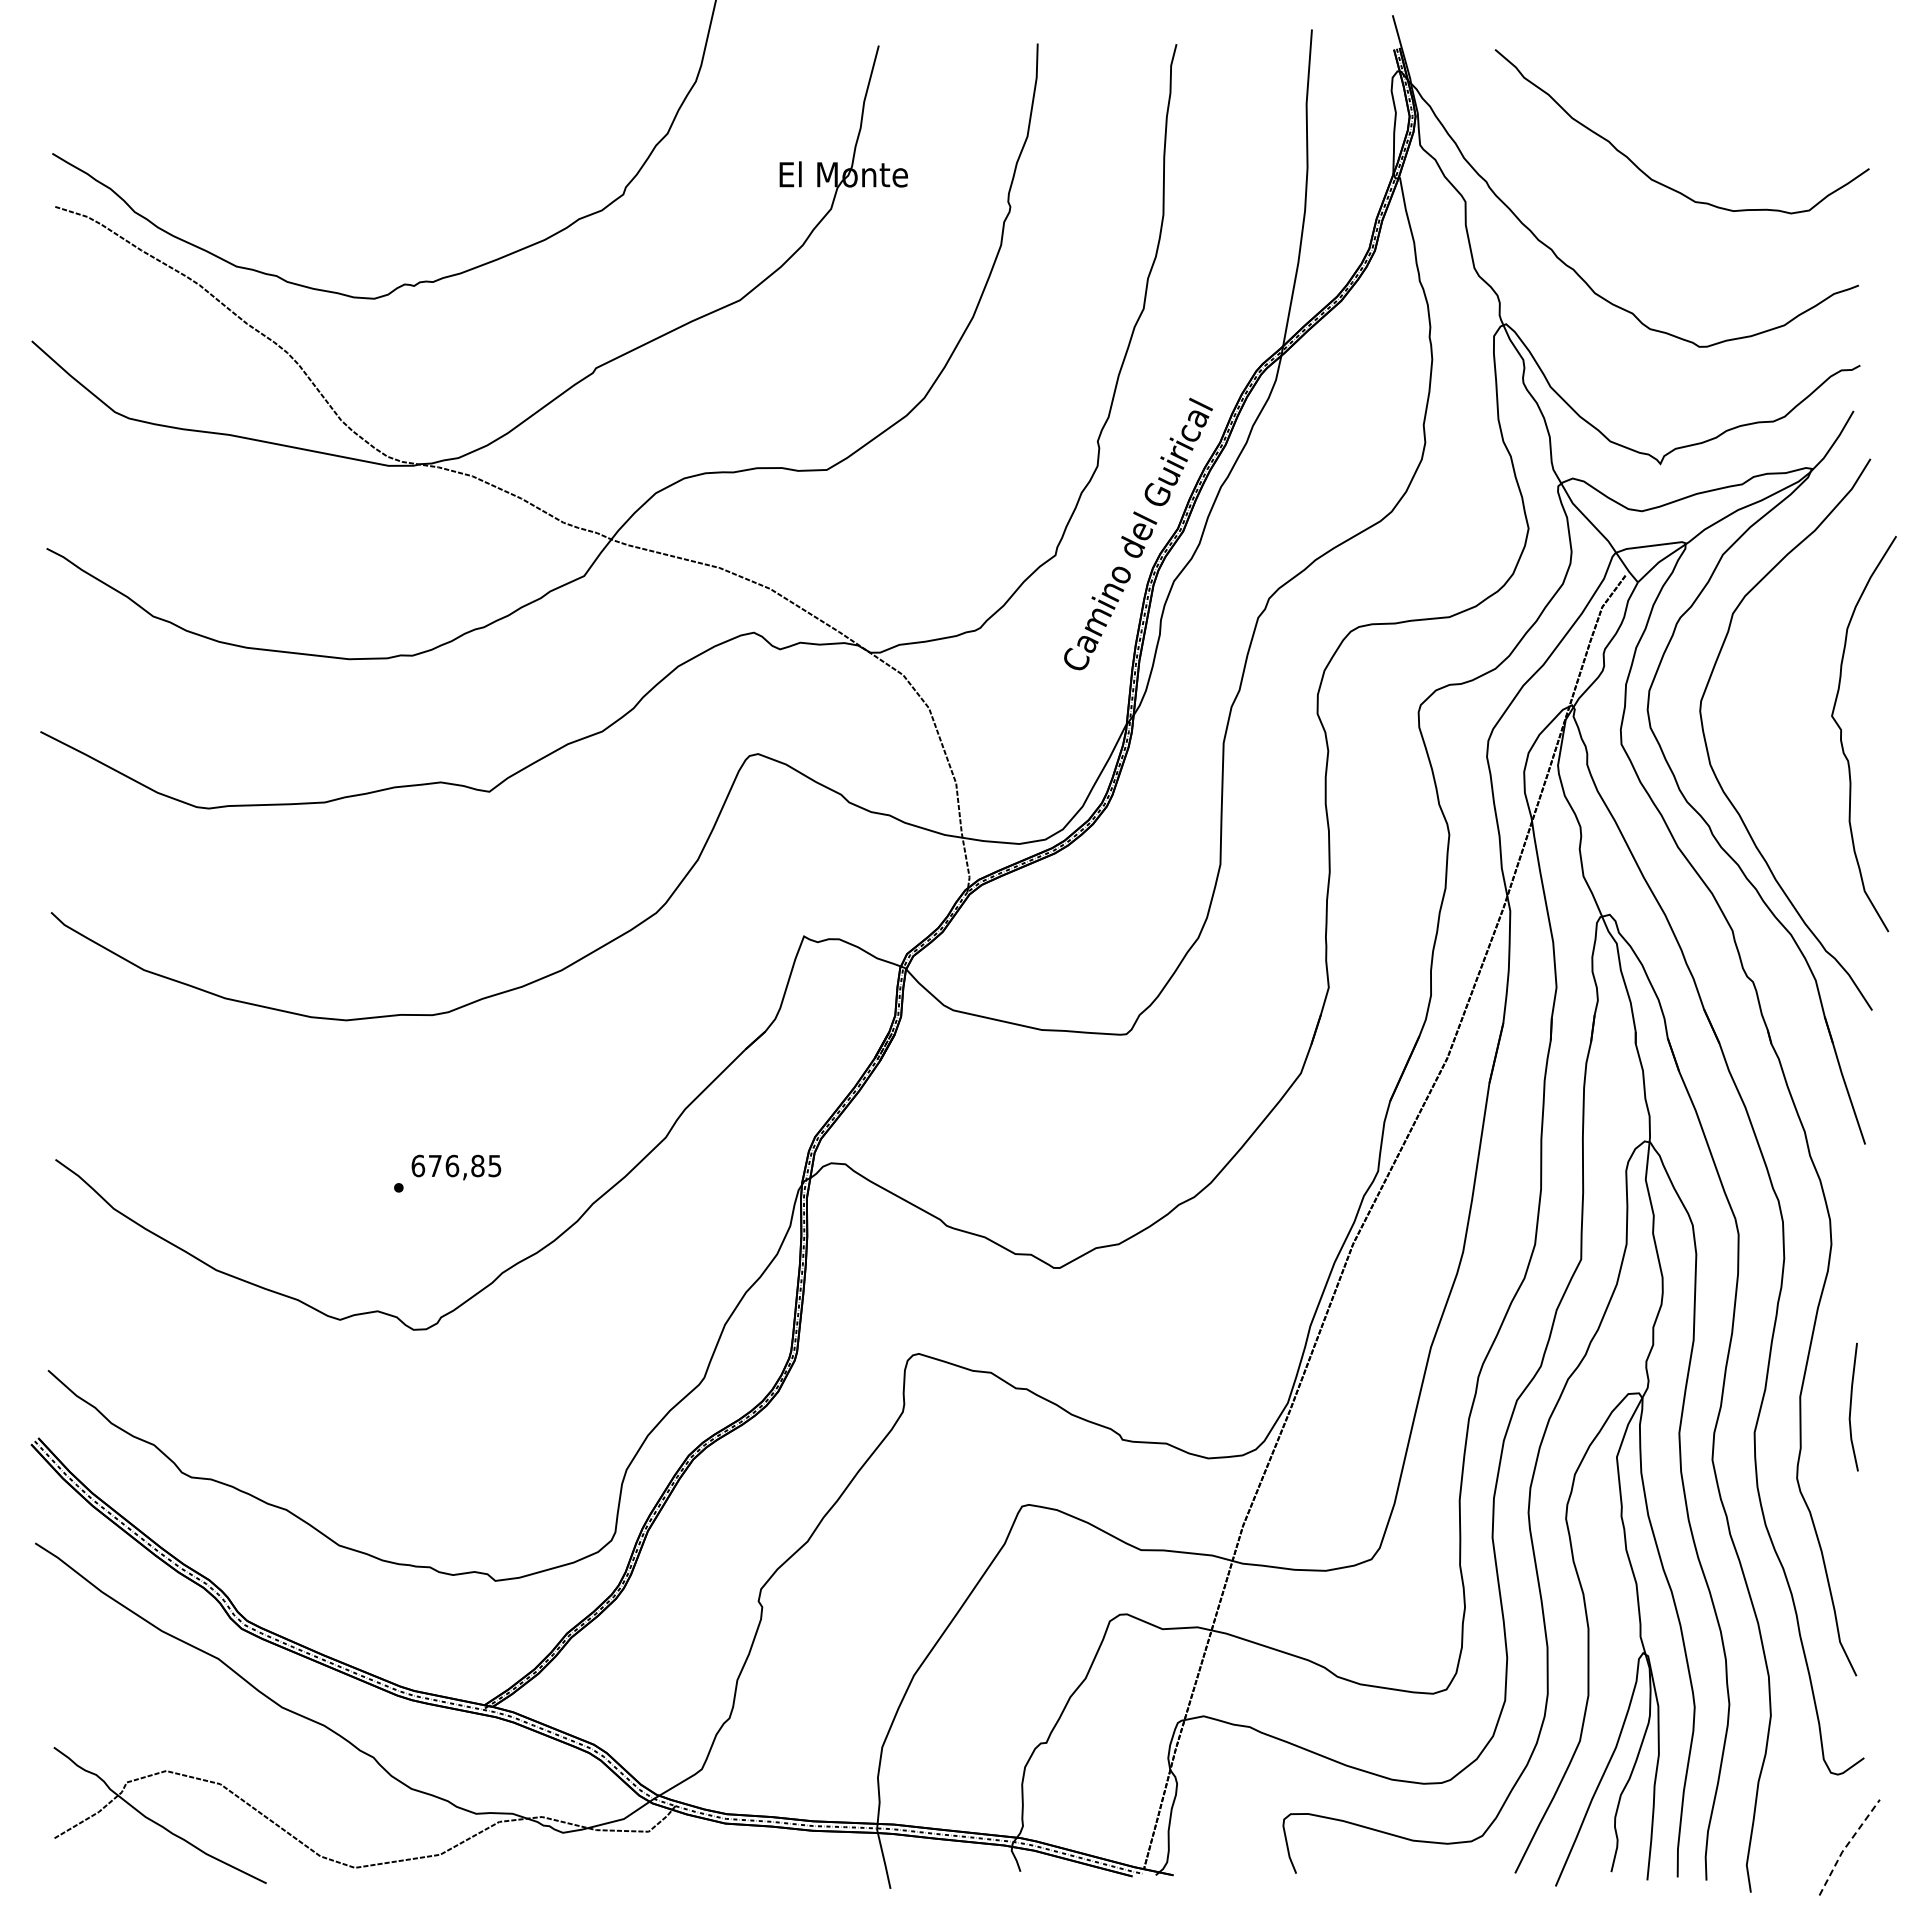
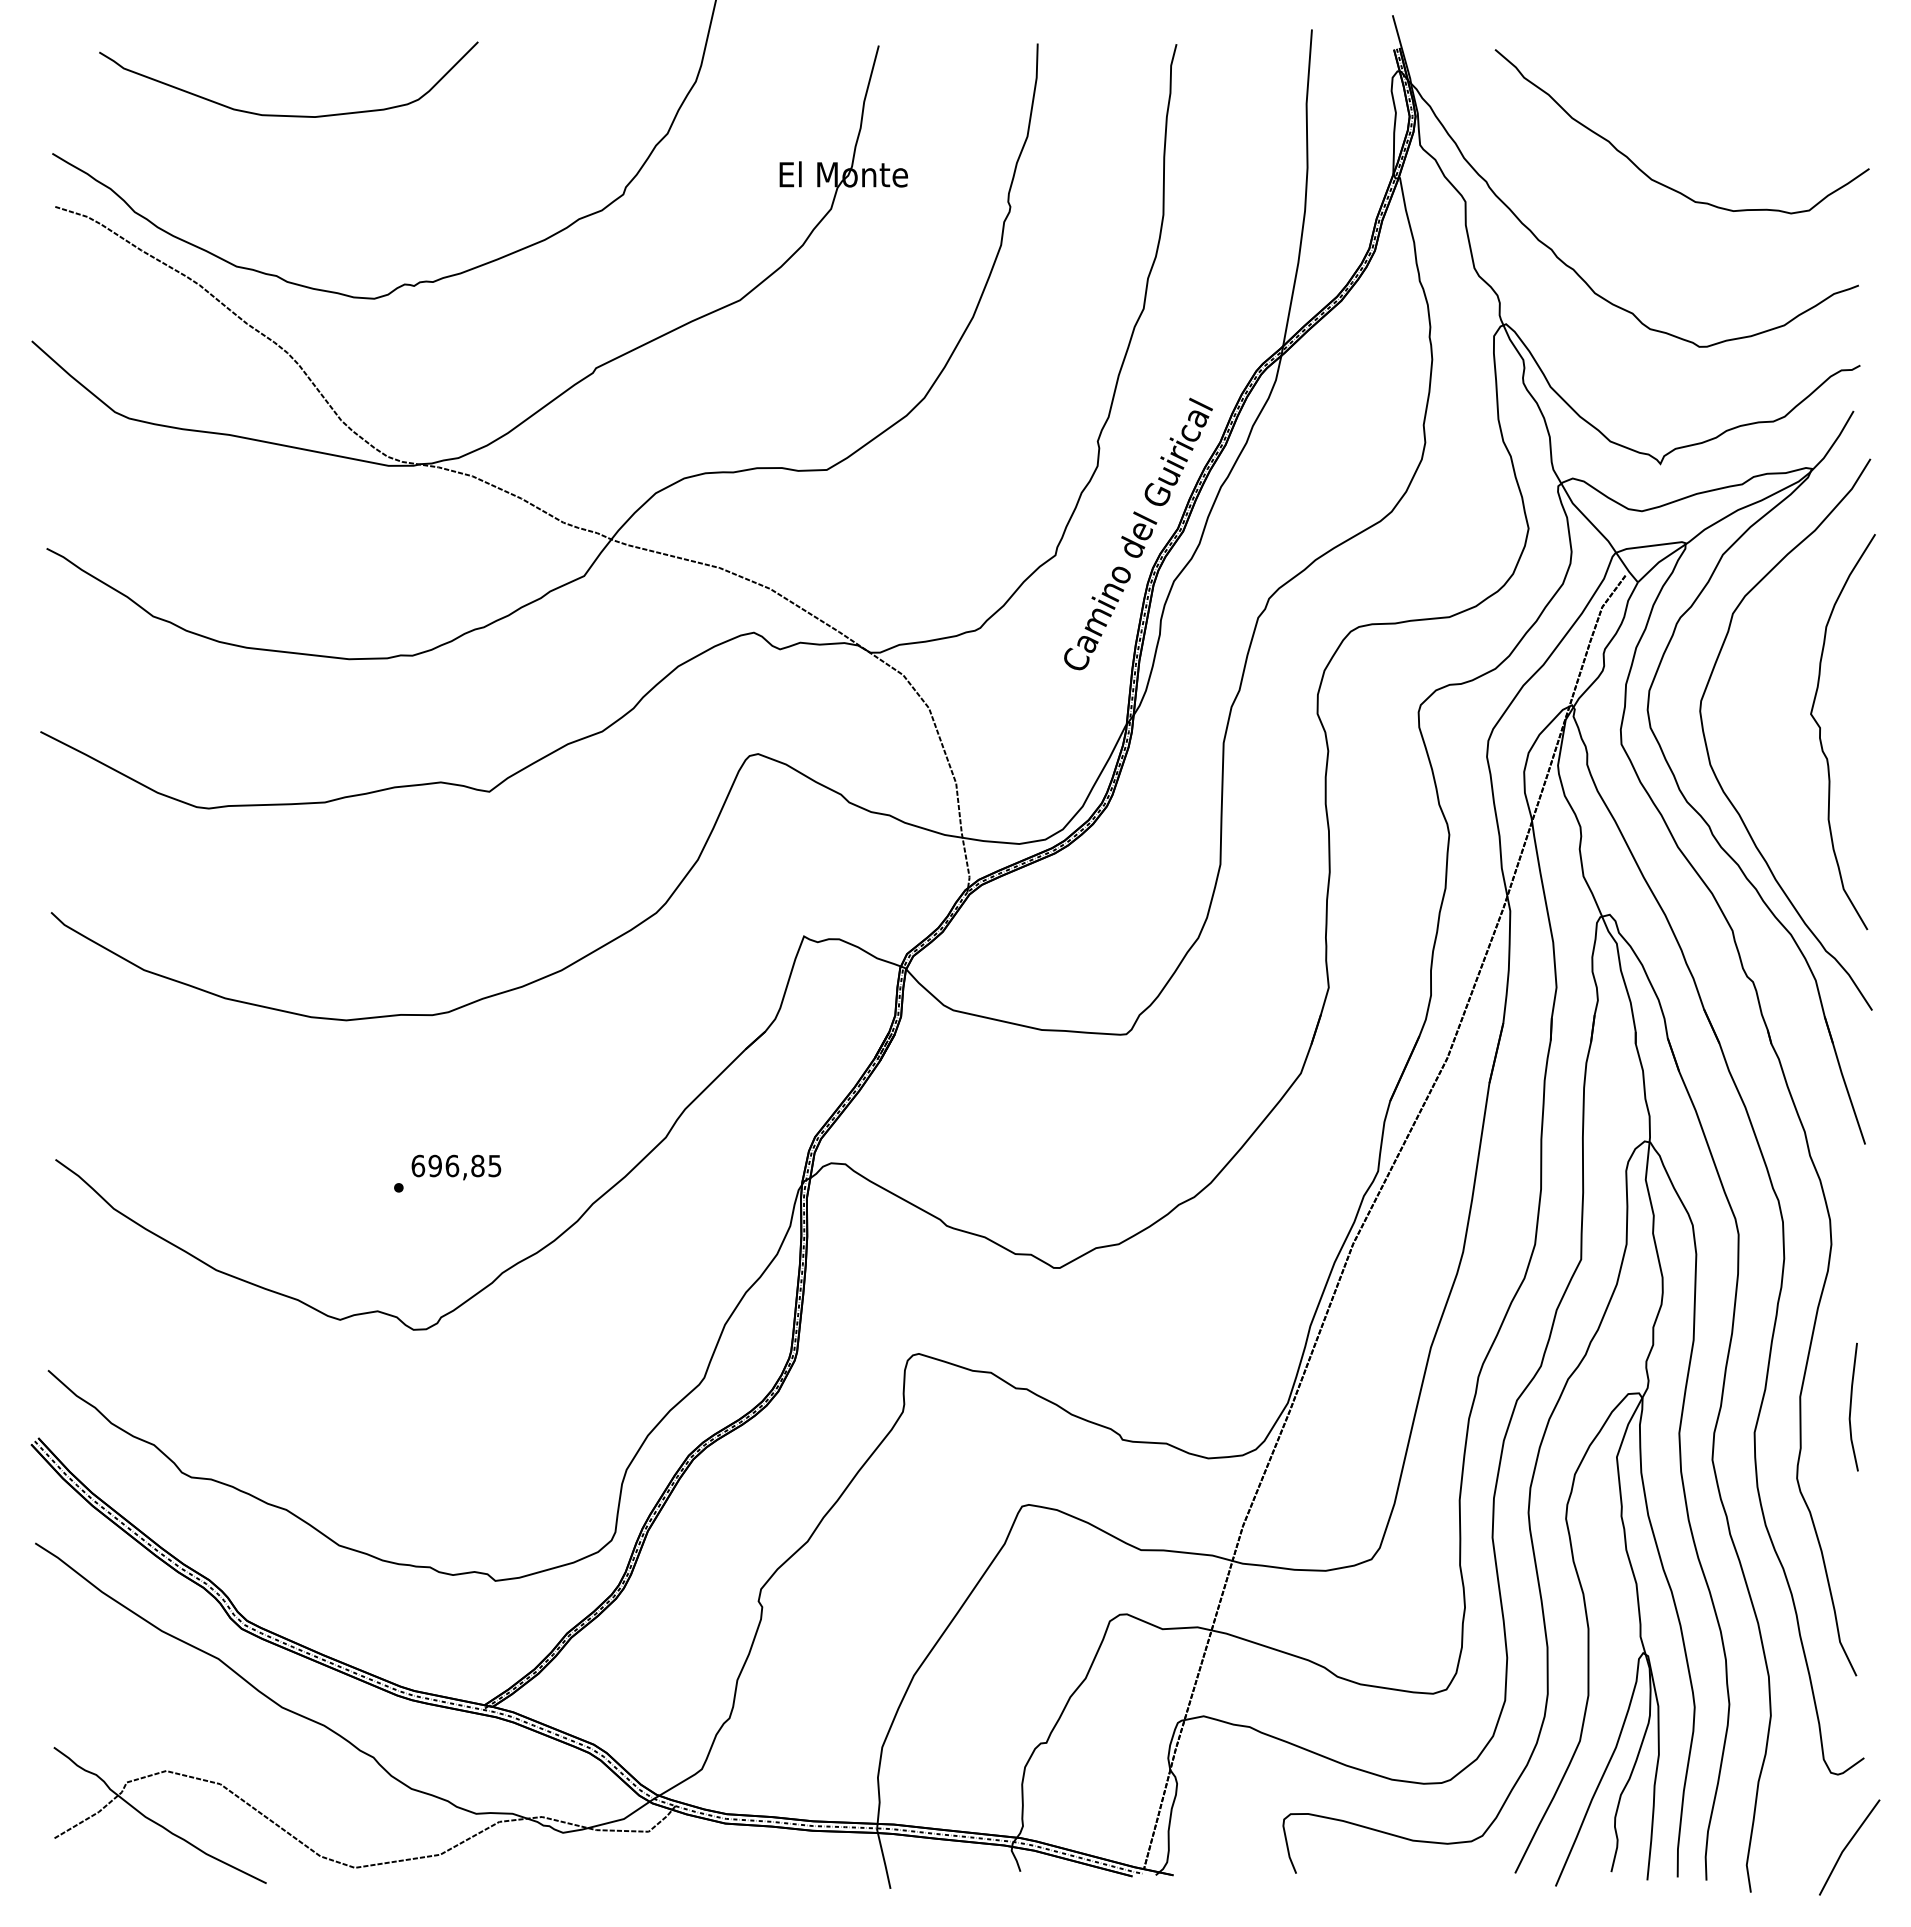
curve at (280, 114): none -> present
curve at (1841, 734) position: (1841, 734) -> (1820, 732)
text at (434, 1165): 676,85 -> 696,85
line at (1846, 1846): dashed -> solid
